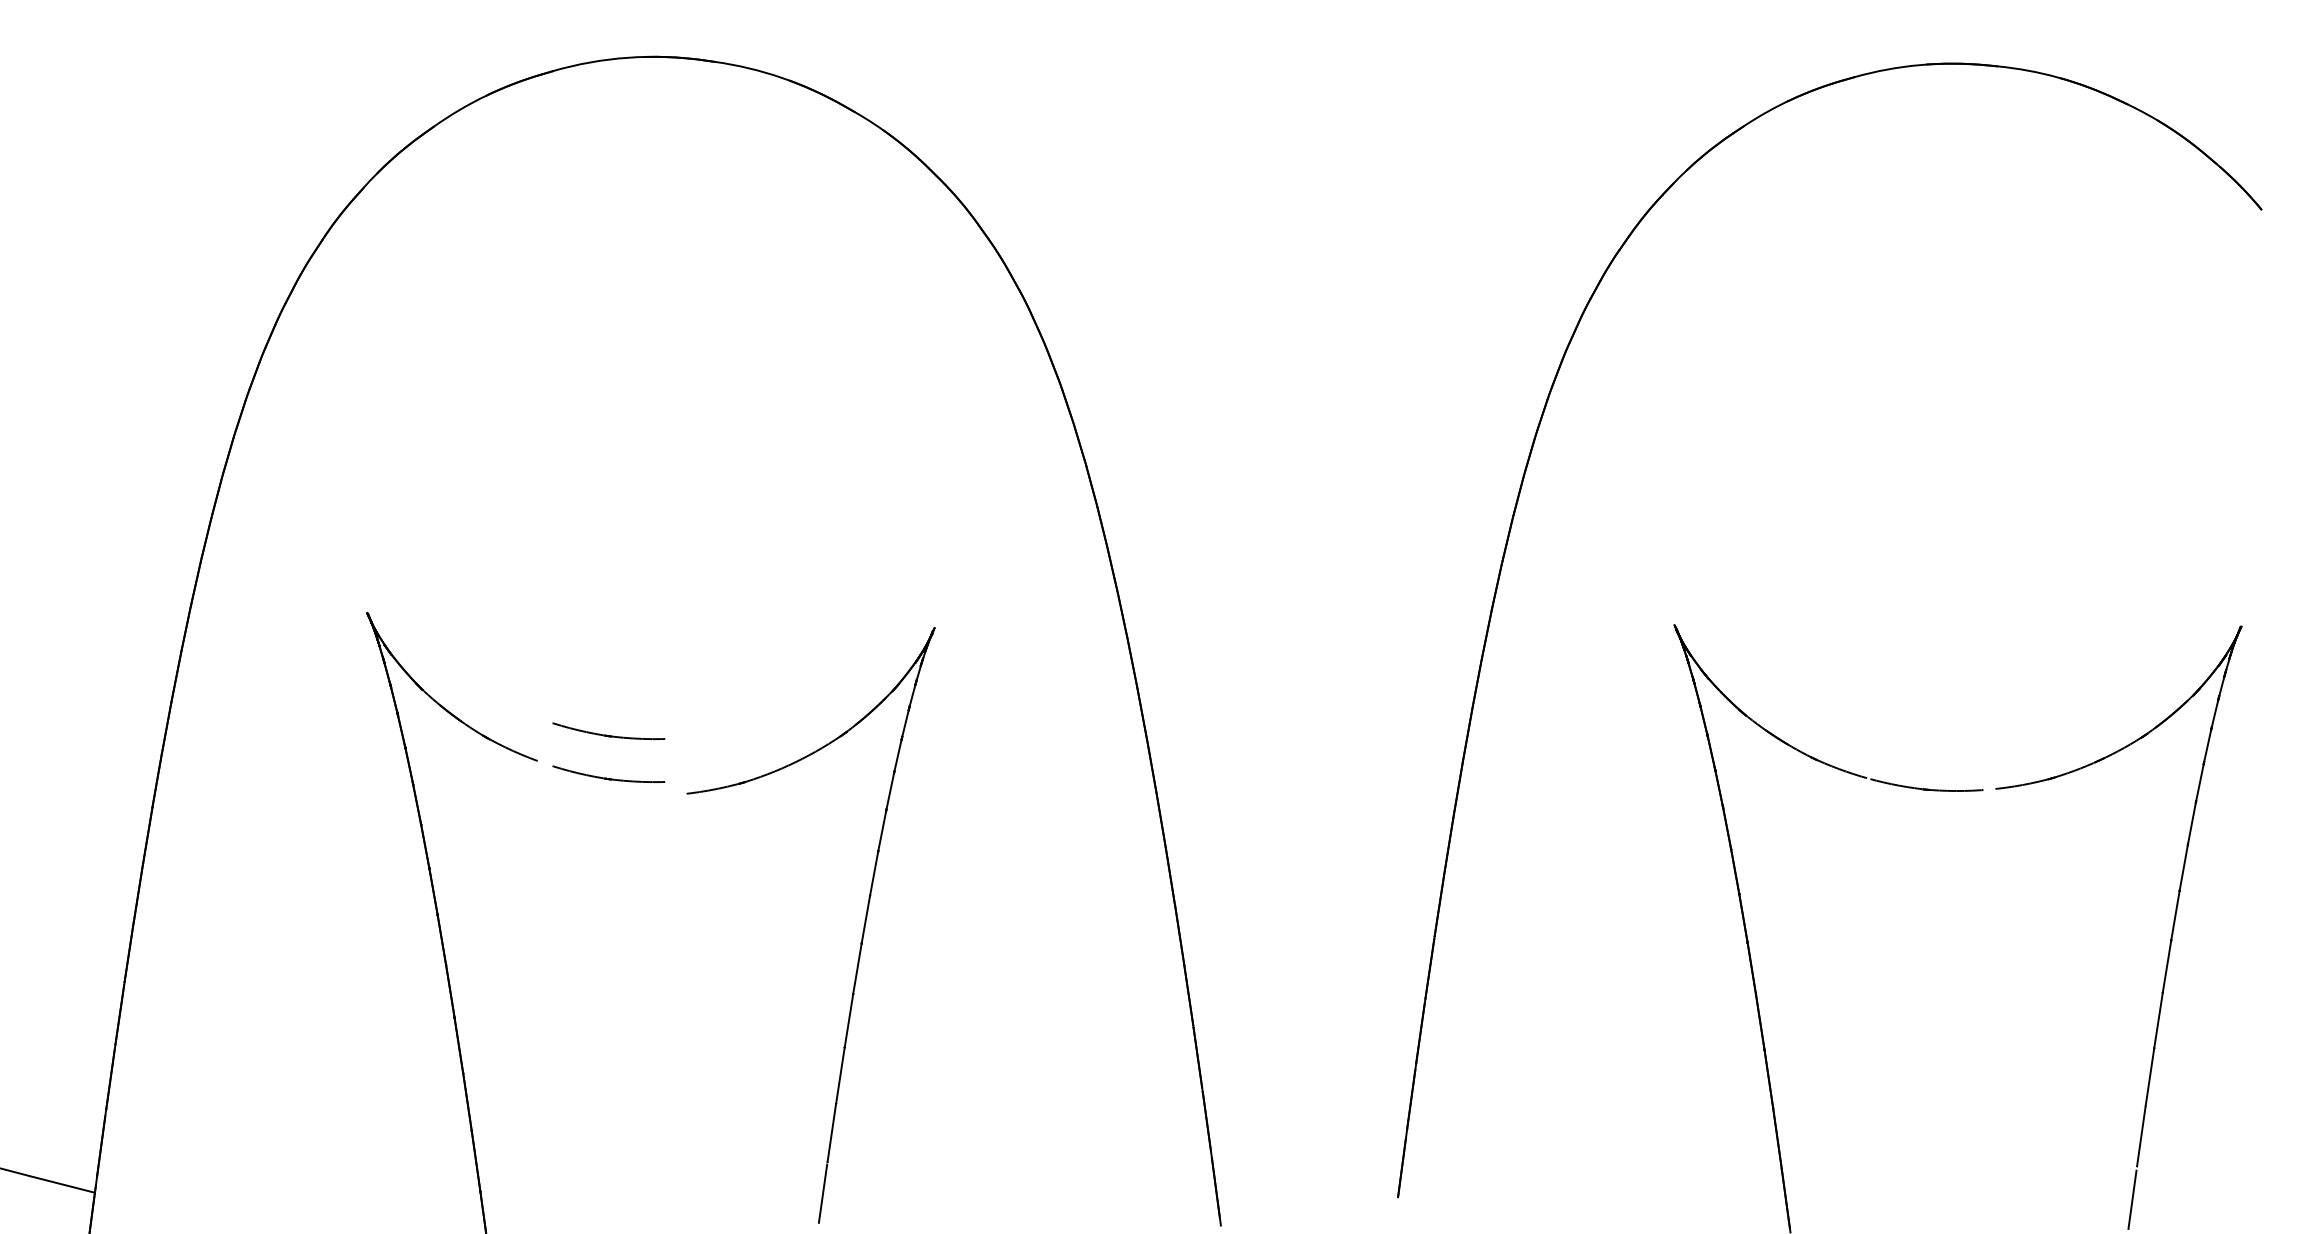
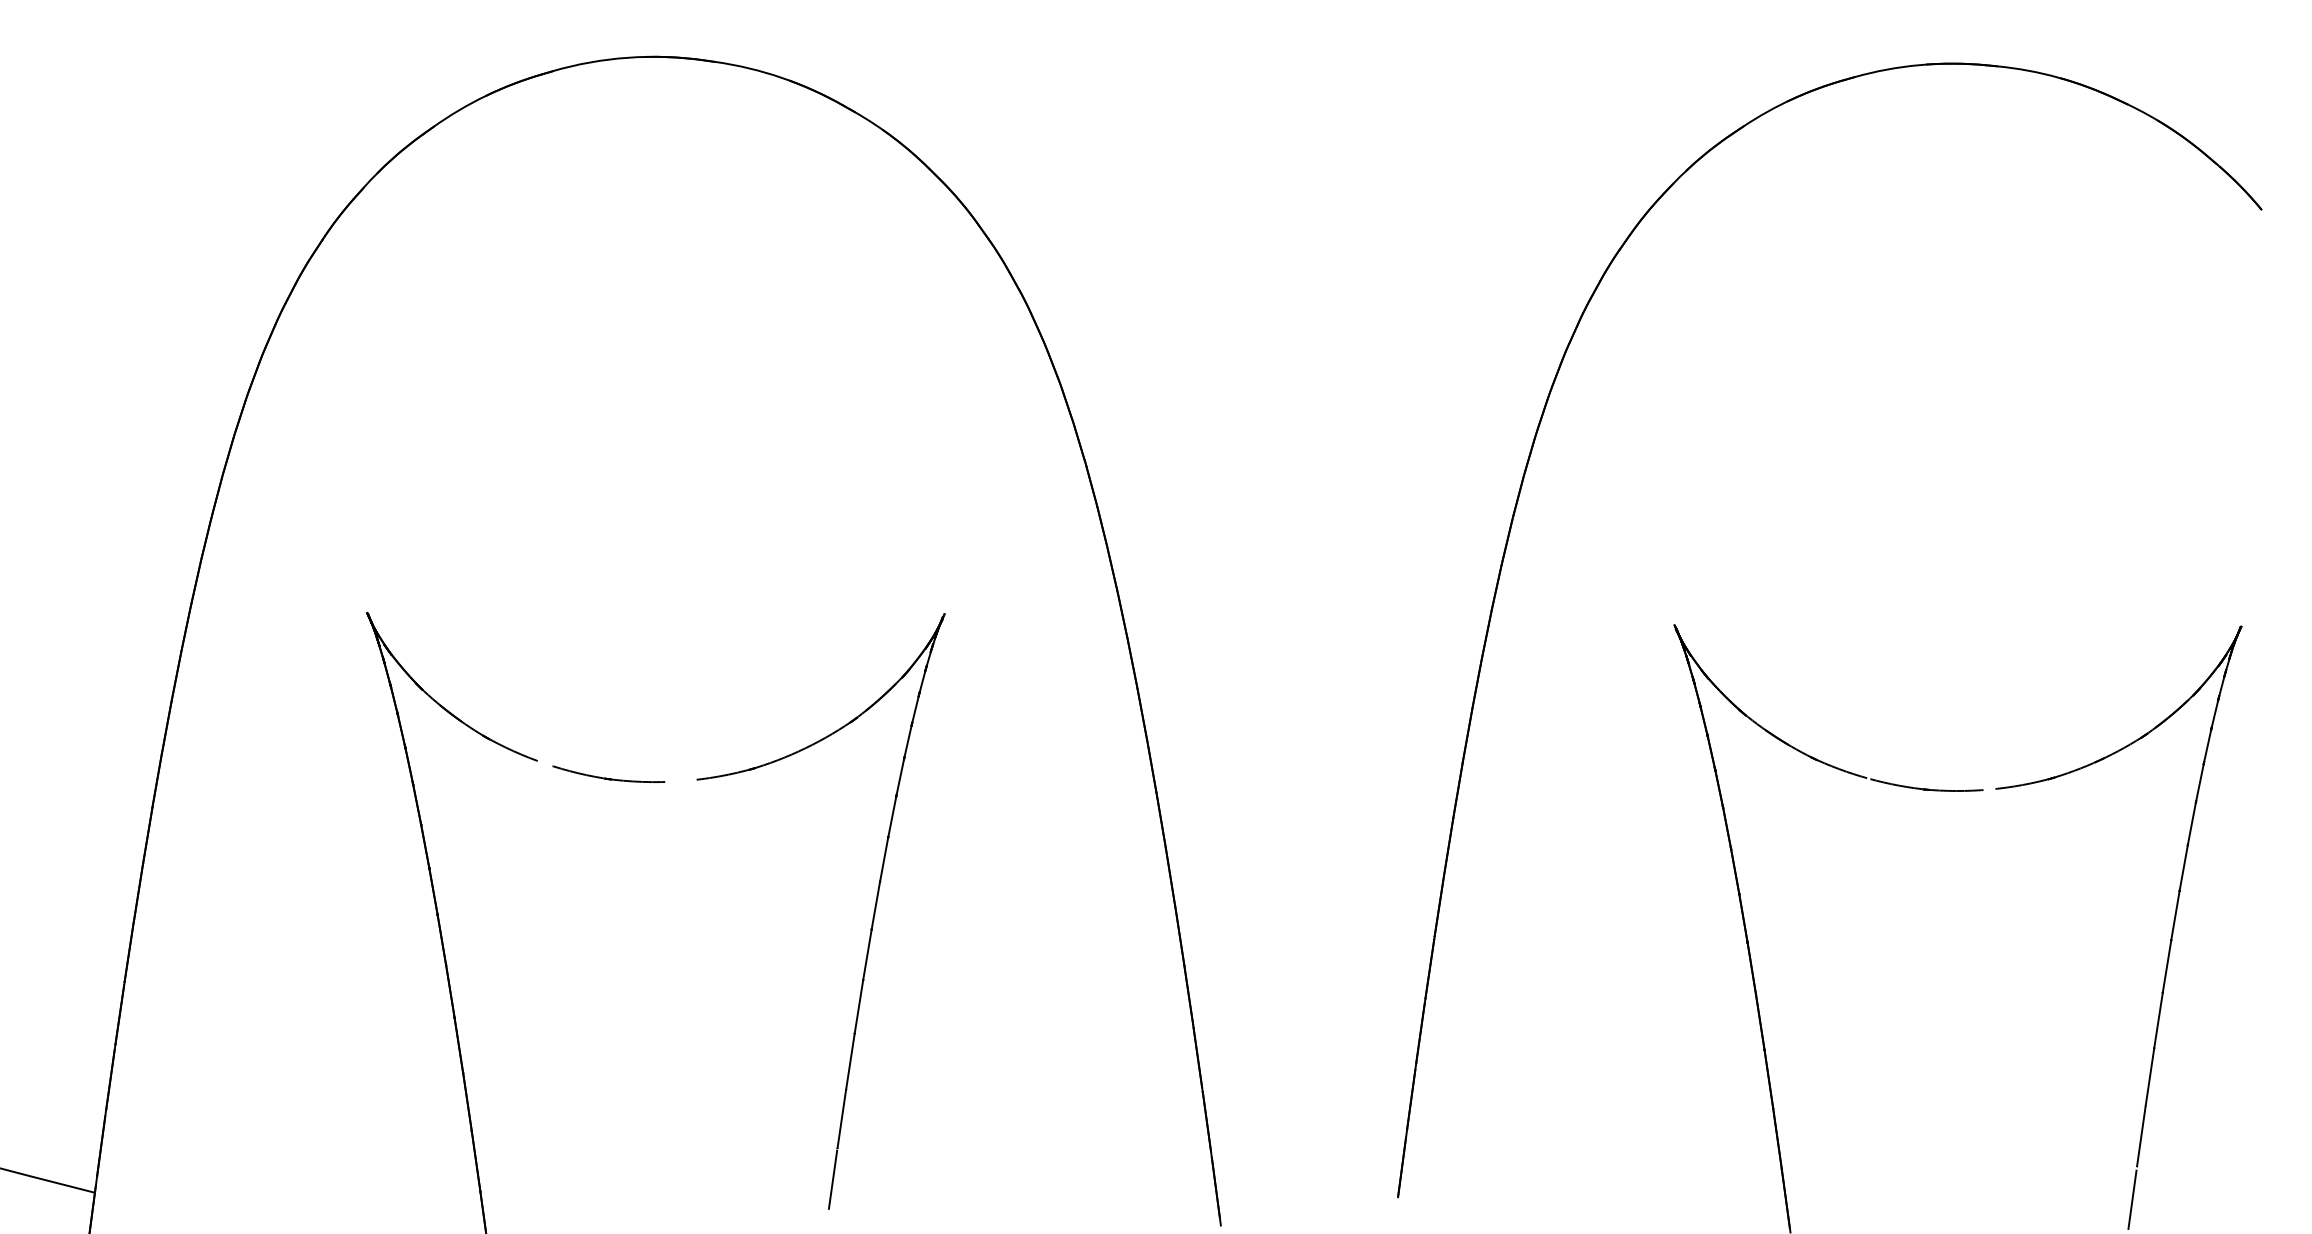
part at (608, 730): present -> none
part at (862, 931) position: (862, 931) -> (872, 917)
